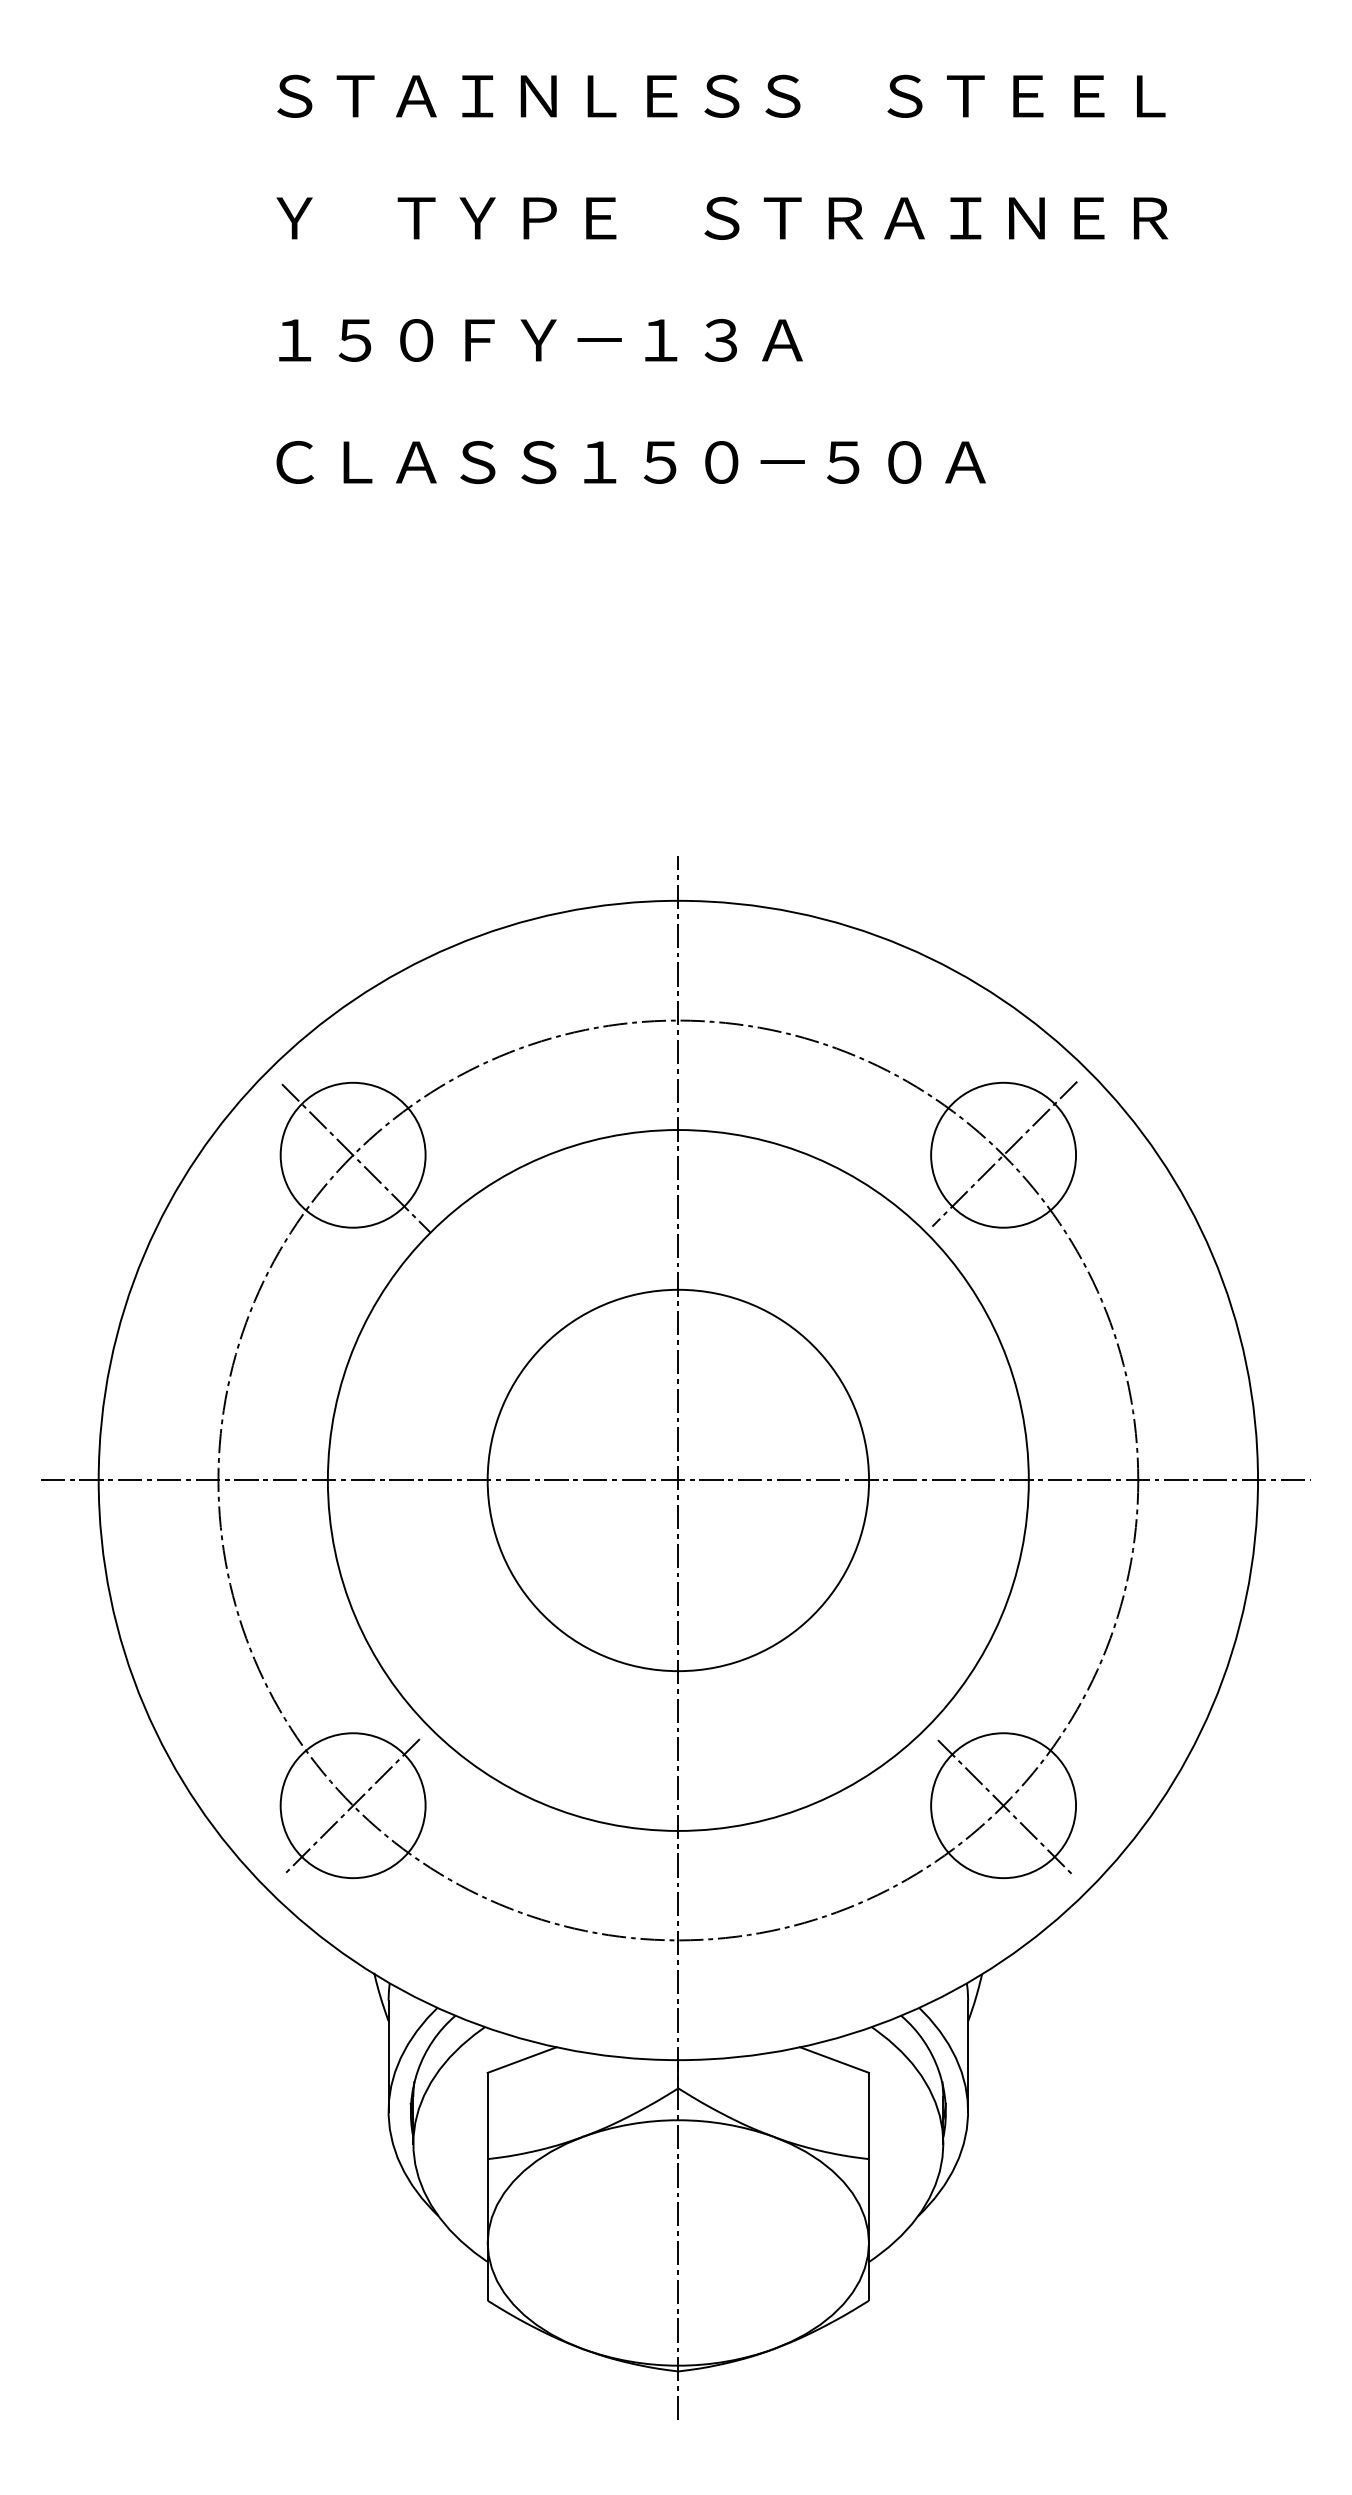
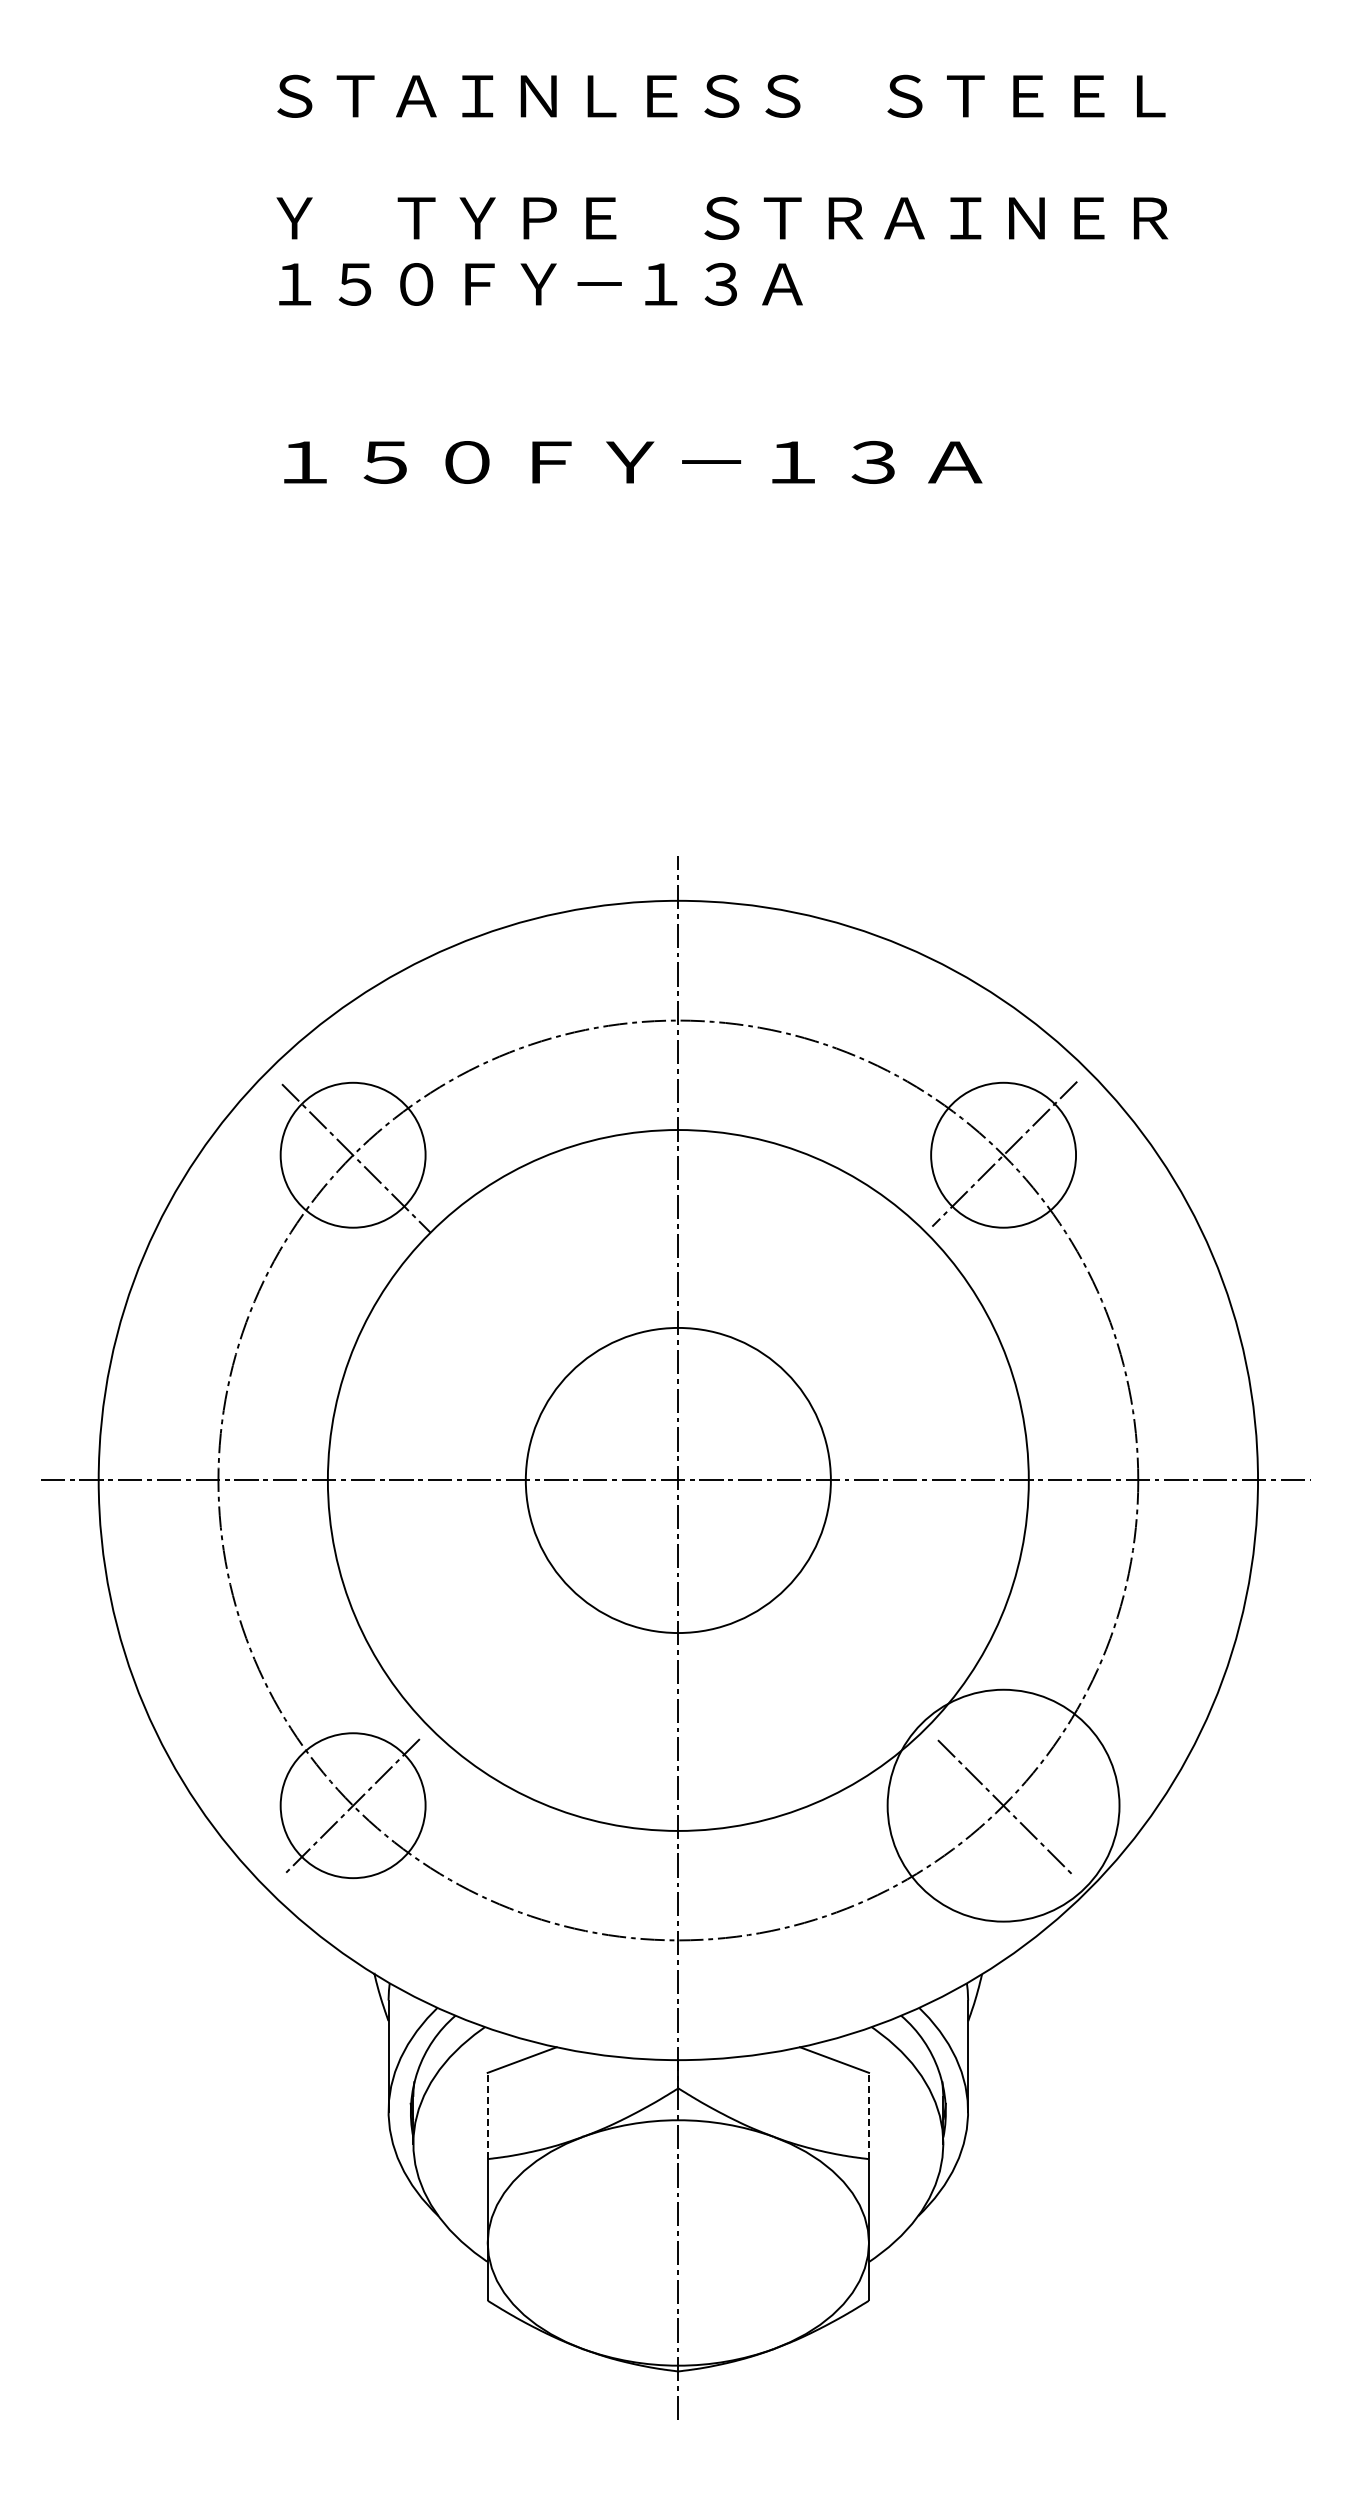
text at (540, 340) position: (540, 340) -> (540, 284)
text at (630, 462): ＣＬＡＳＳ１５０－５０Ａ -> １５０ＦＹ－１３Ａ
circle at (678, 1480) diameter: 381 px -> 305 px
circle at (1003, 1805) diameter: 145 px -> 232 px
line at (487, 2115): solid -> dashed
line at (869, 2115): solid -> dashed
